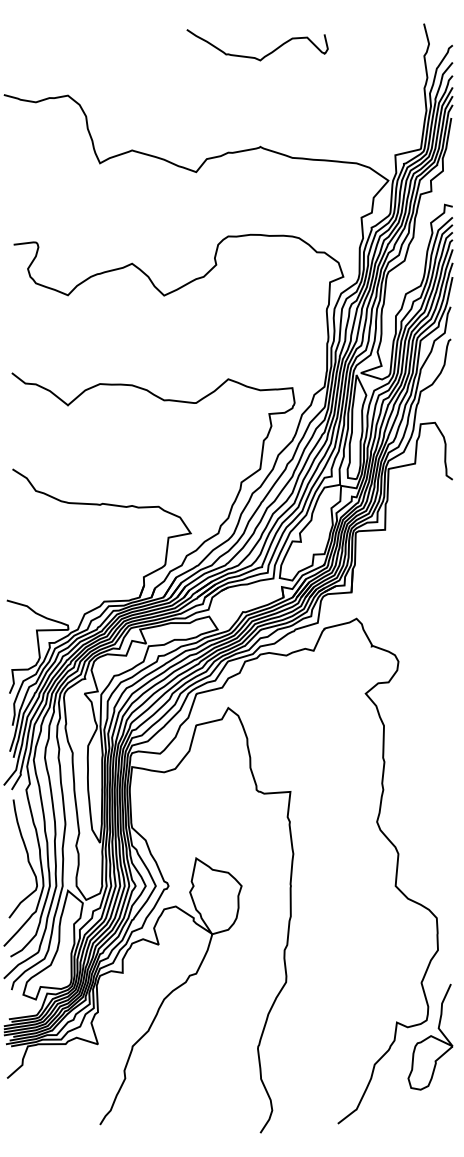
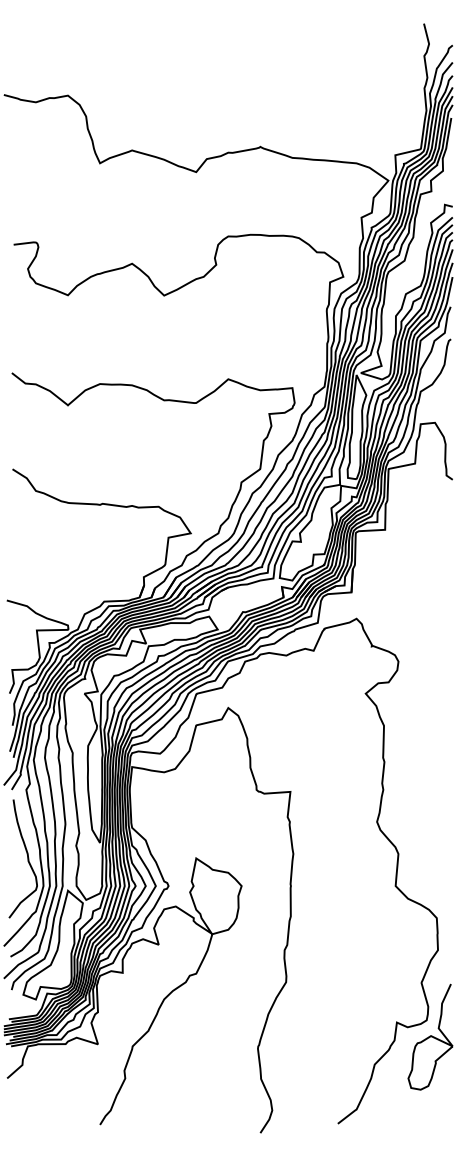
curve at (256, 57): present -> none
